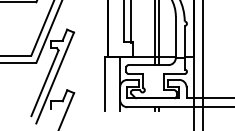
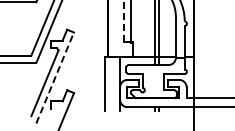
line at (123, 21): solid -> dashed
line at (202, 64): present -> none
line at (55, 77): solid -> dashed
